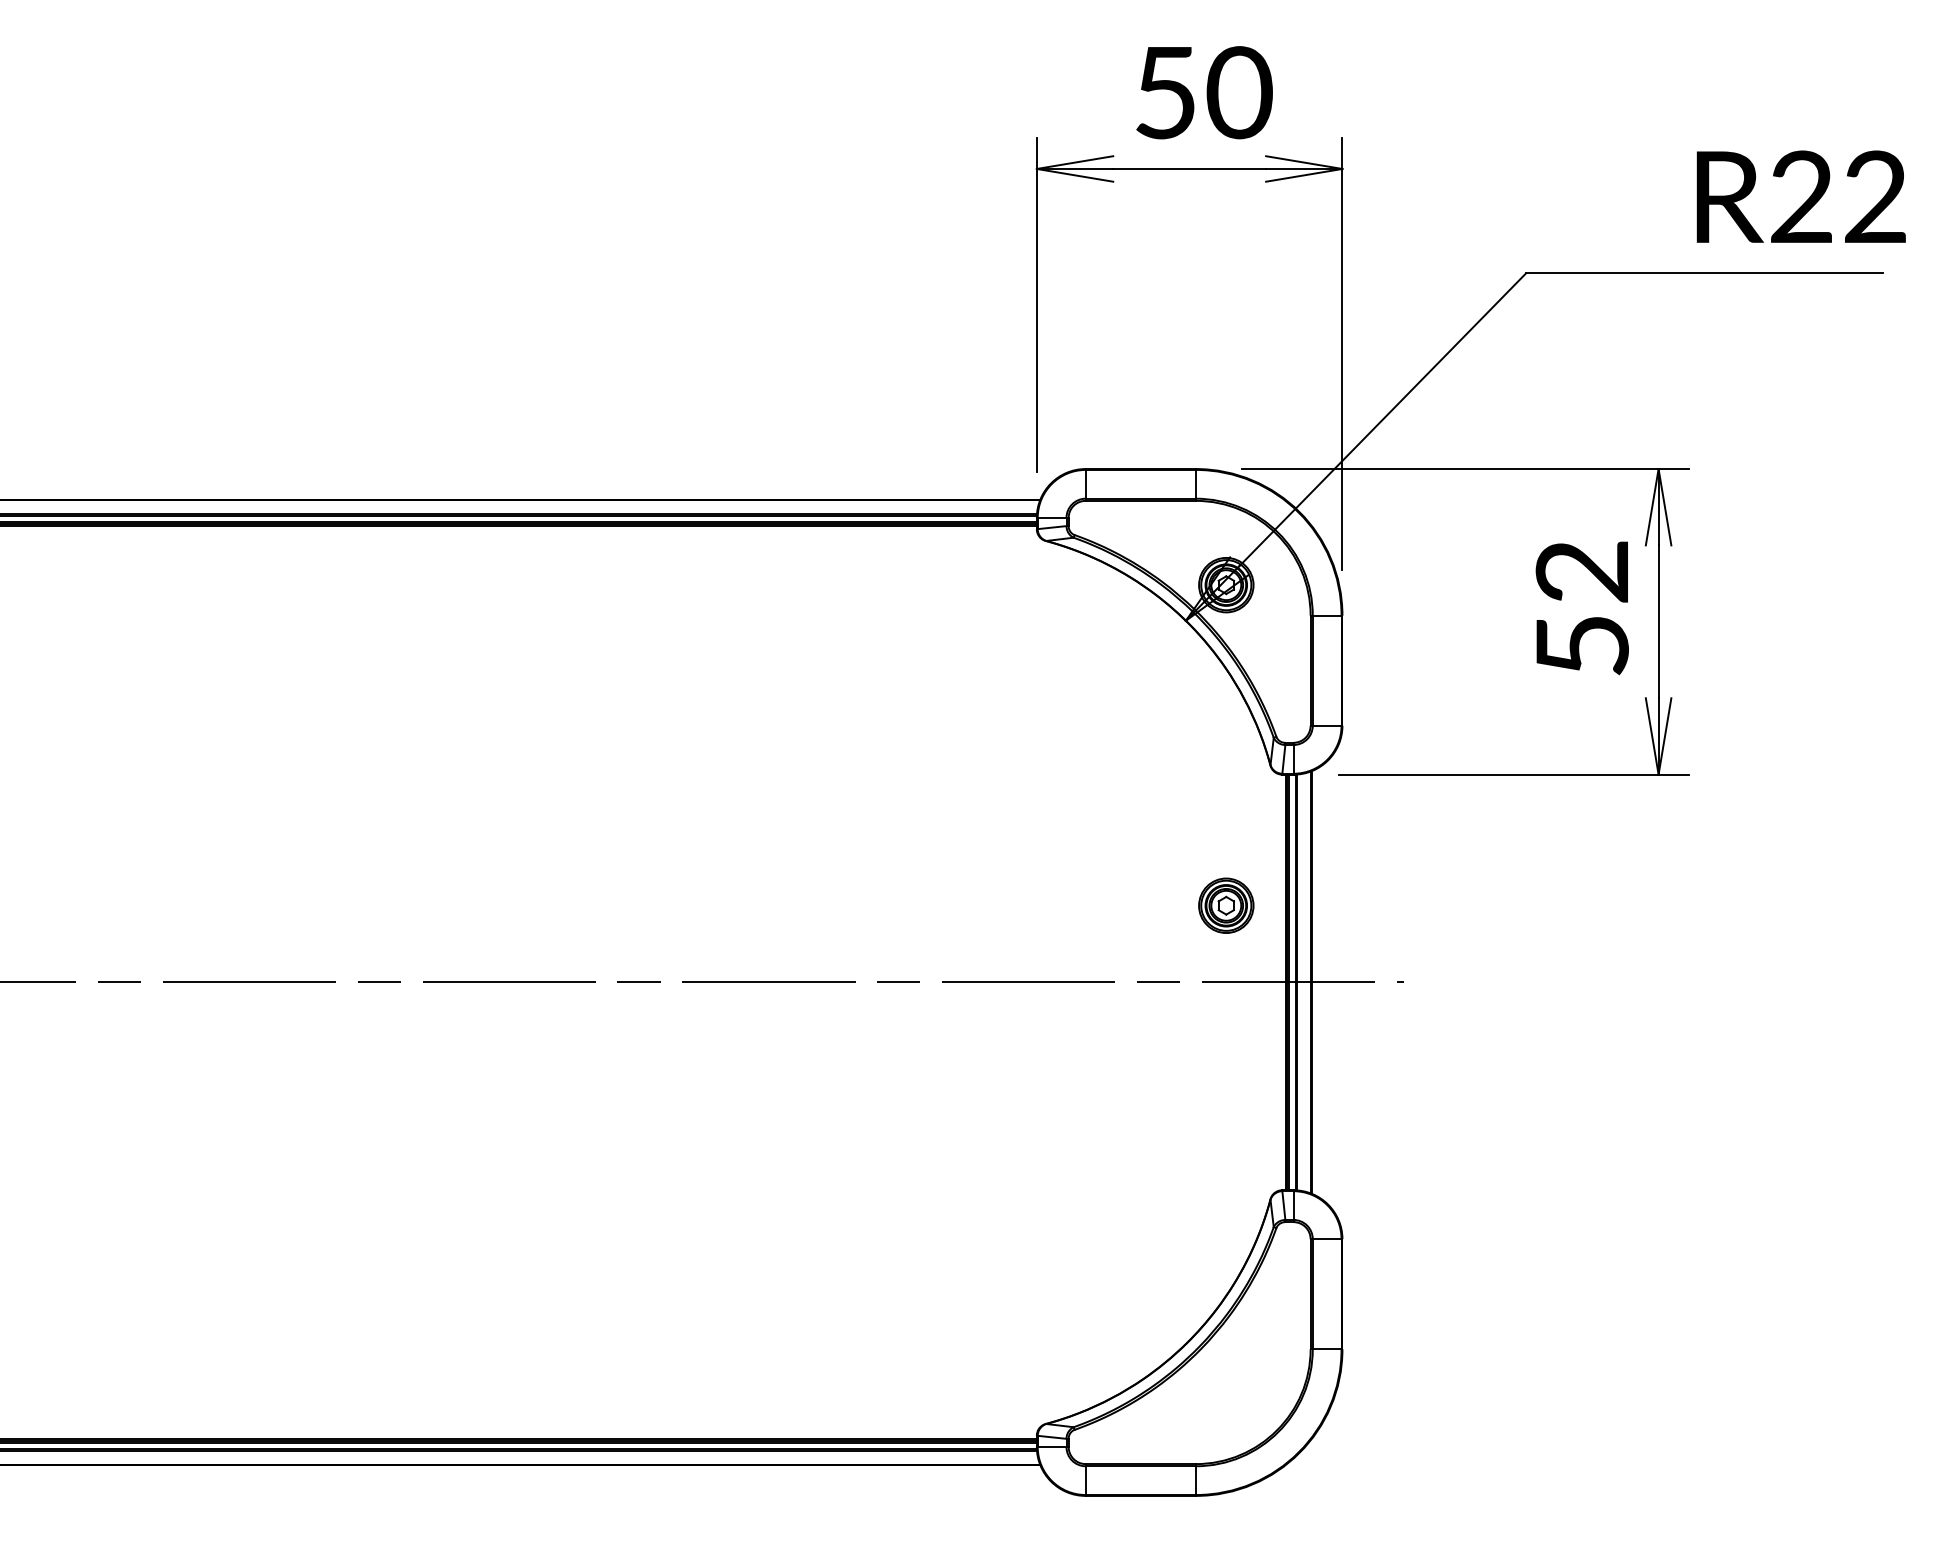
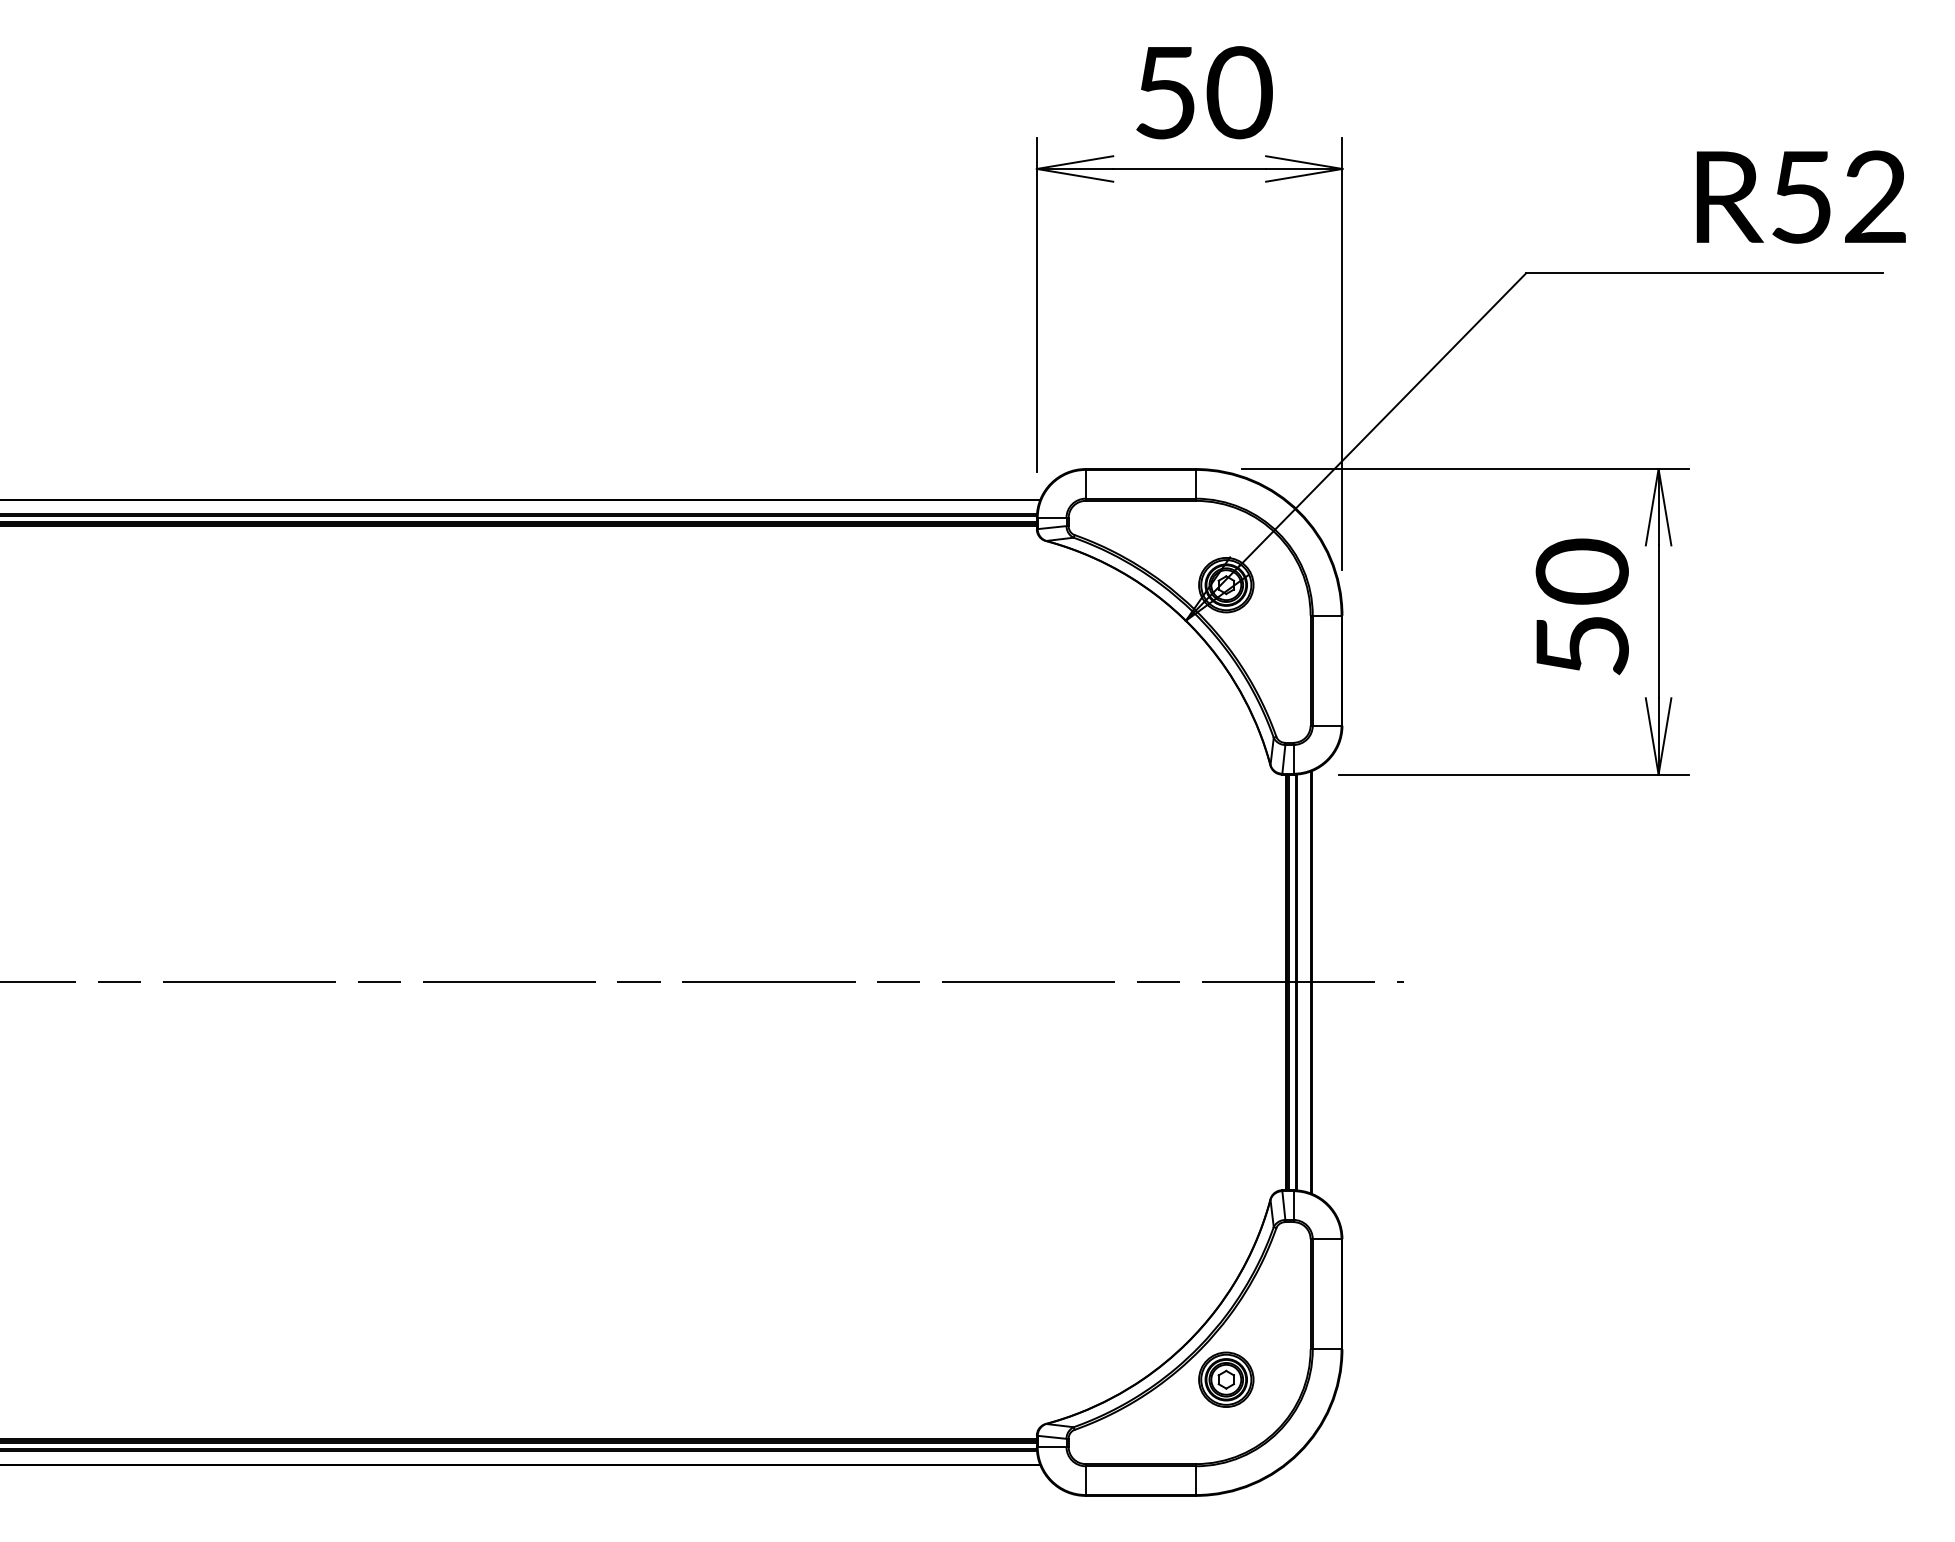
text at (1801, 196): R22 -> R52
text at (1582, 571): 52 -> 50
part at (1226, 905) position: (1226, 905) -> (1226, 1379)
